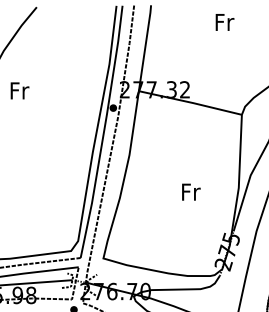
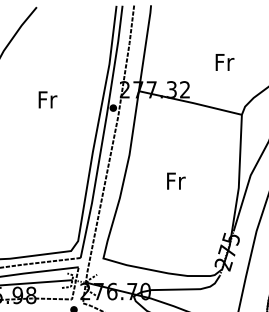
text at (224, 22) position: (224, 22) -> (224, 62)
text at (19, 90) position: (19, 90) -> (47, 99)
text at (191, 191) position: (191, 191) -> (176, 180)
